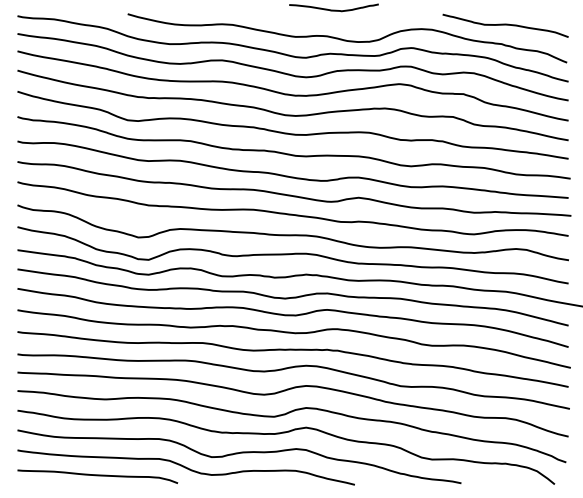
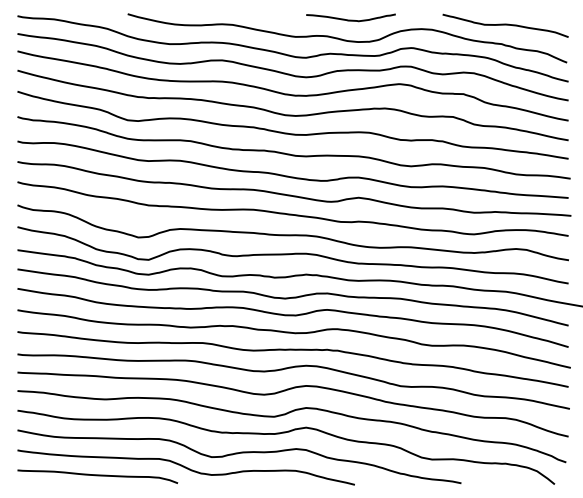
curve at (333, 9) position: (333, 9) -> (350, 19)
